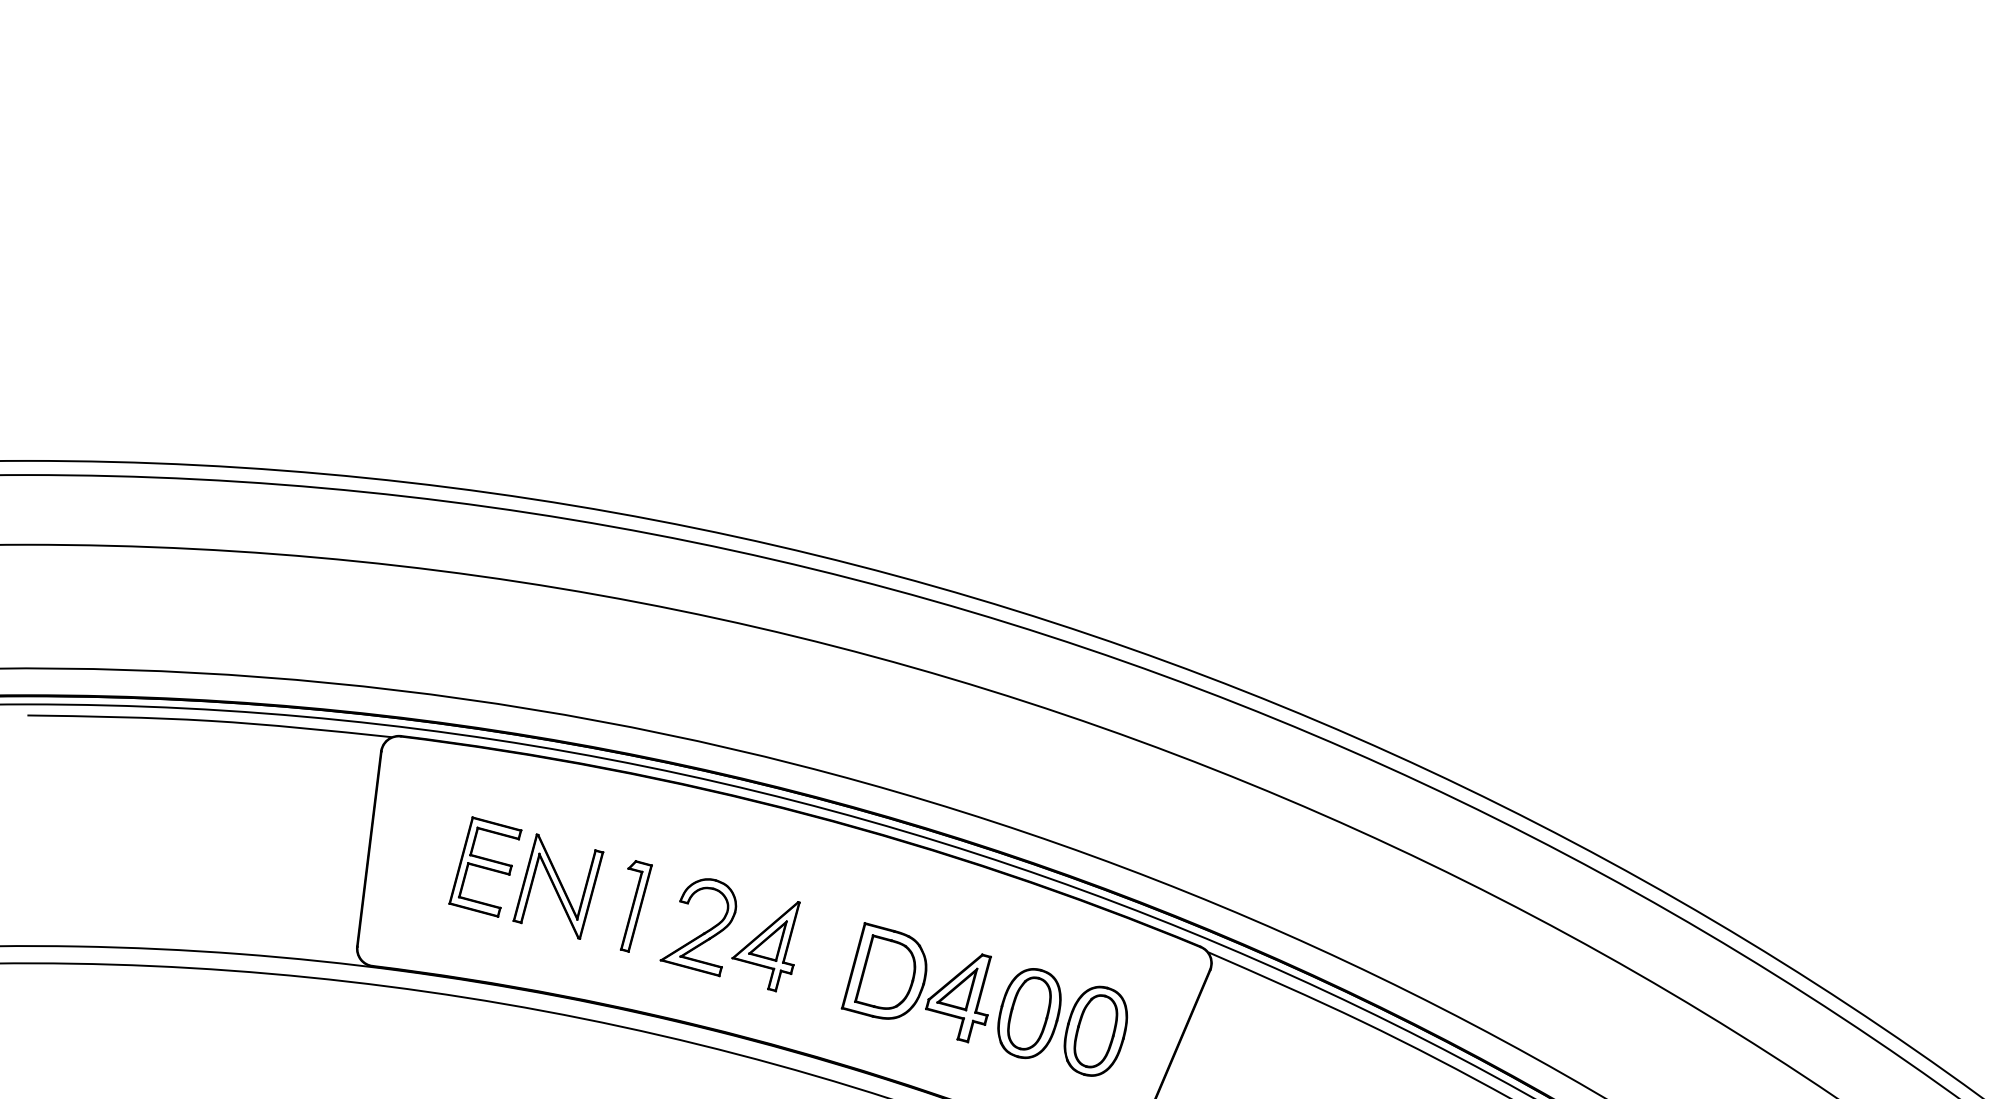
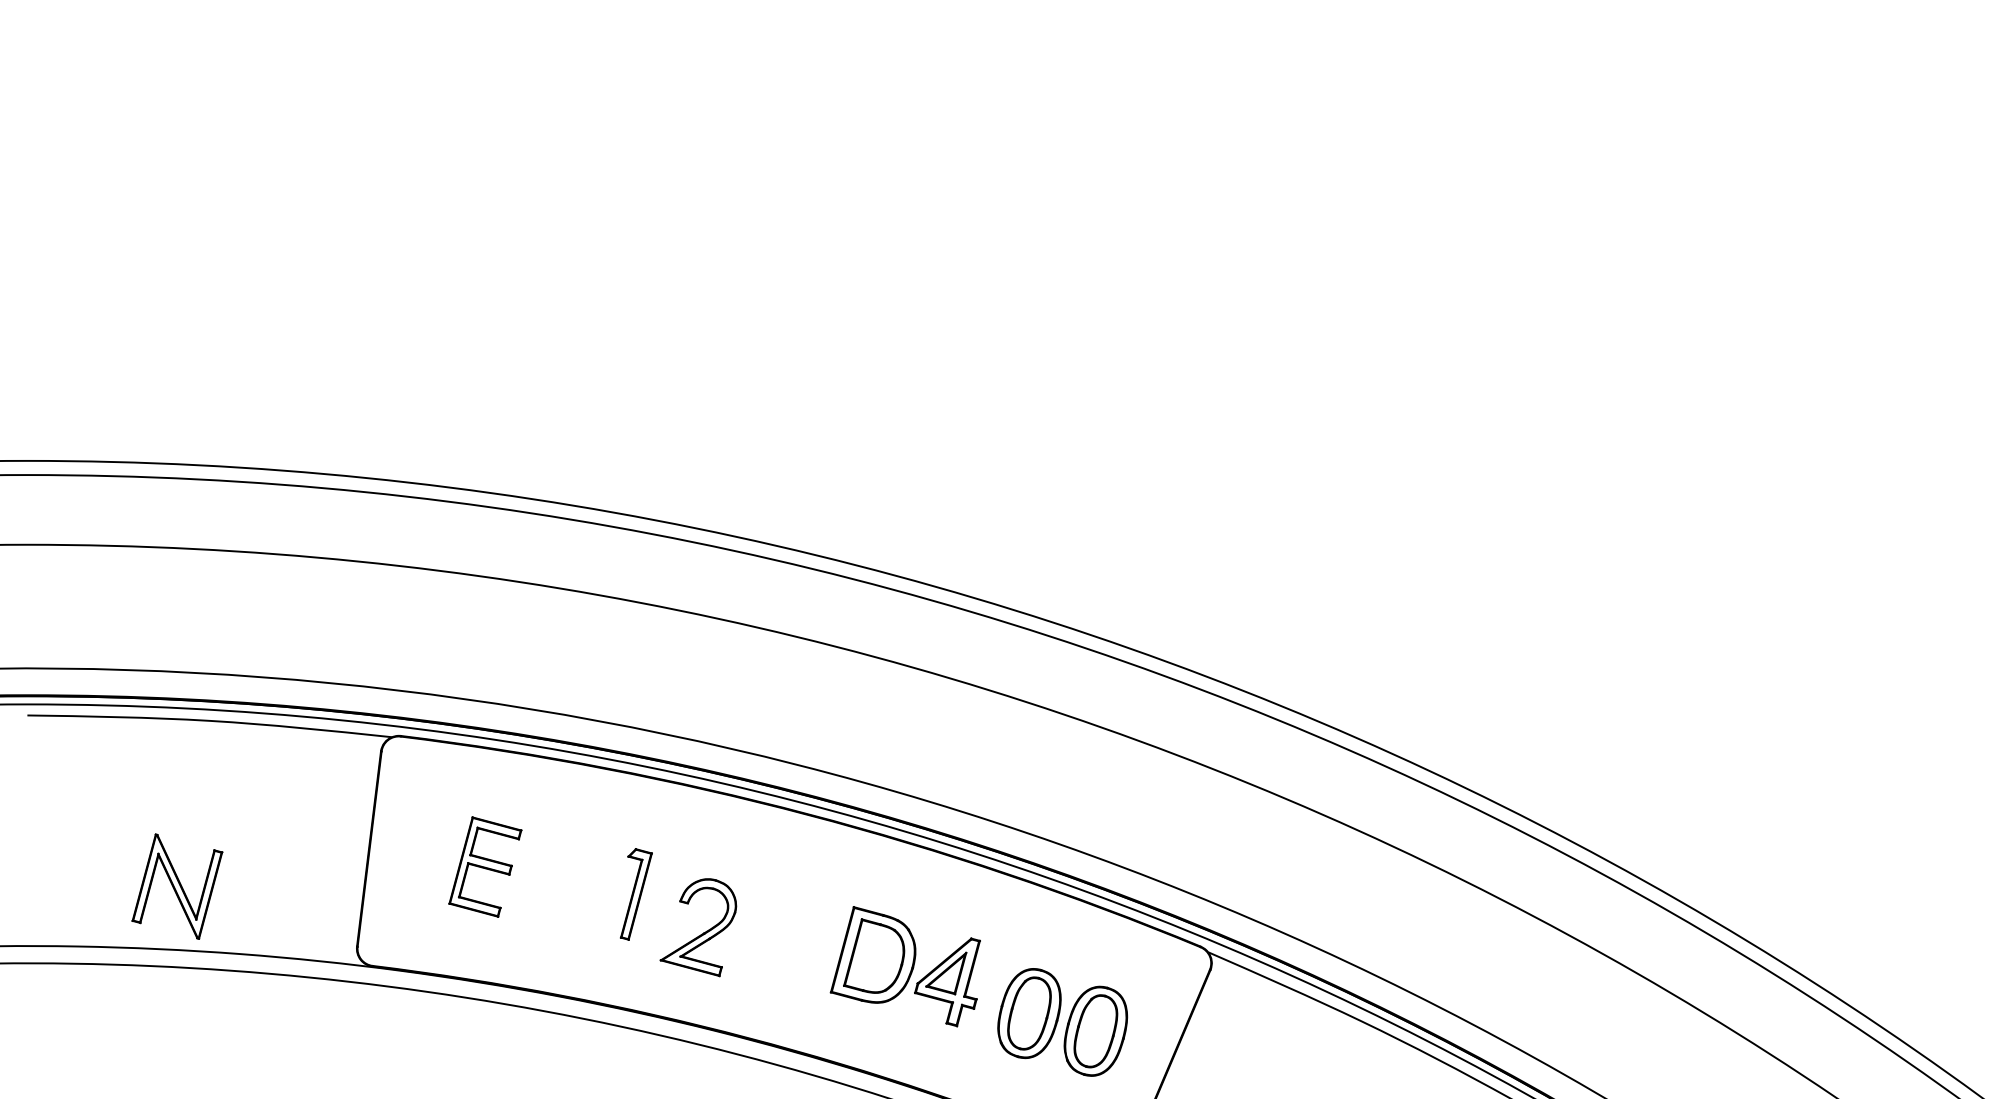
part at (558, 886) position: (558, 886) -> (177, 886)
part at (636, 906) position: (636, 906) -> (636, 894)
part at (765, 946): present -> none
part at (915, 982) position: (915, 982) -> (904, 966)
